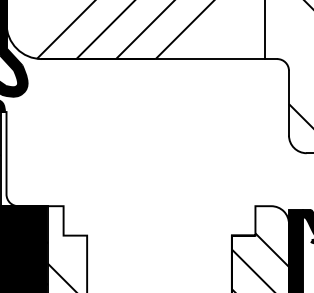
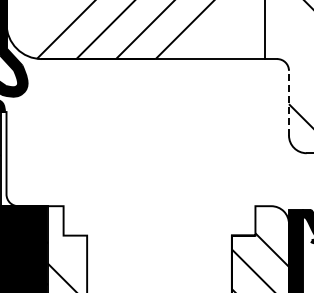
line at (289, 102): solid -> dashed
